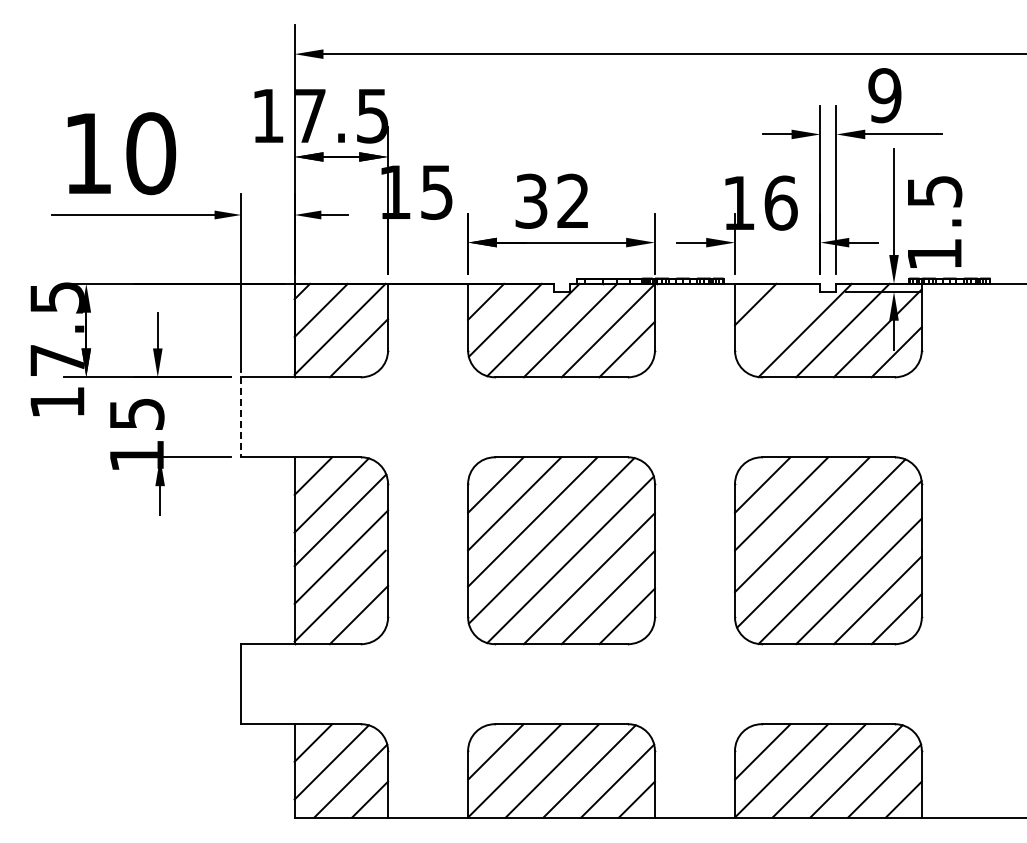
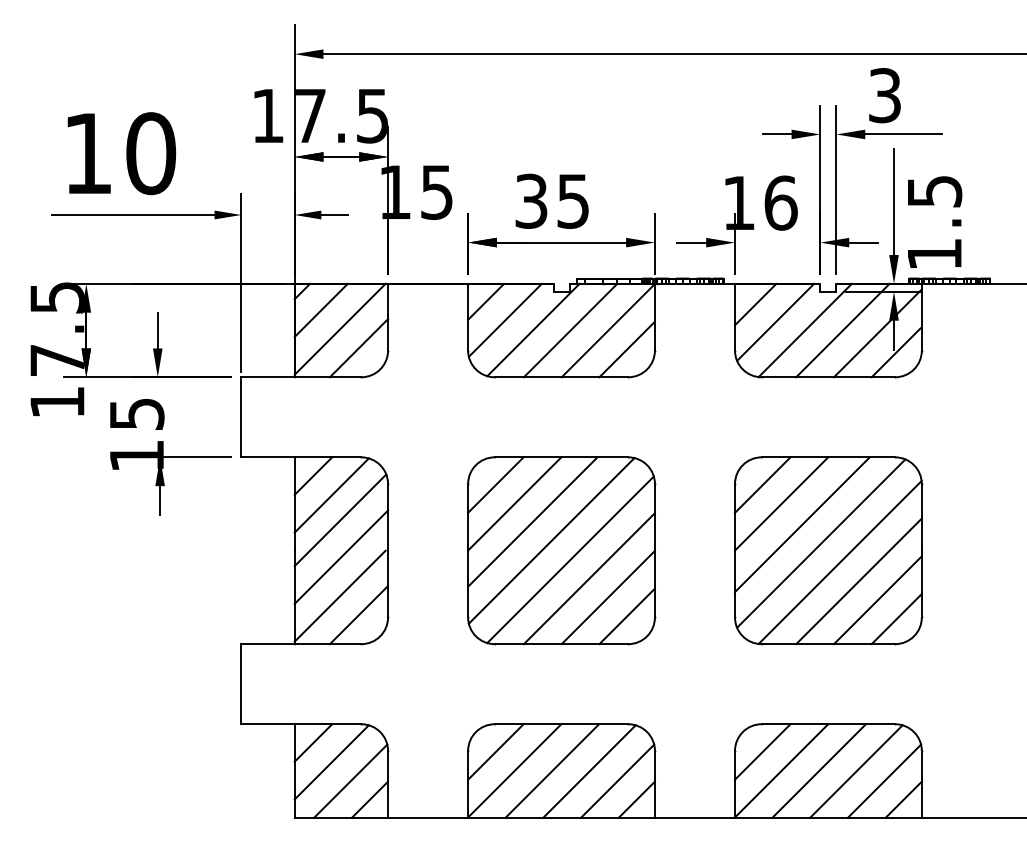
text at (884, 95): 9 -> 3
text at (572, 200): 32 -> 35
line at (775, 321): none -> present
line at (241, 417): dashed -> solid
